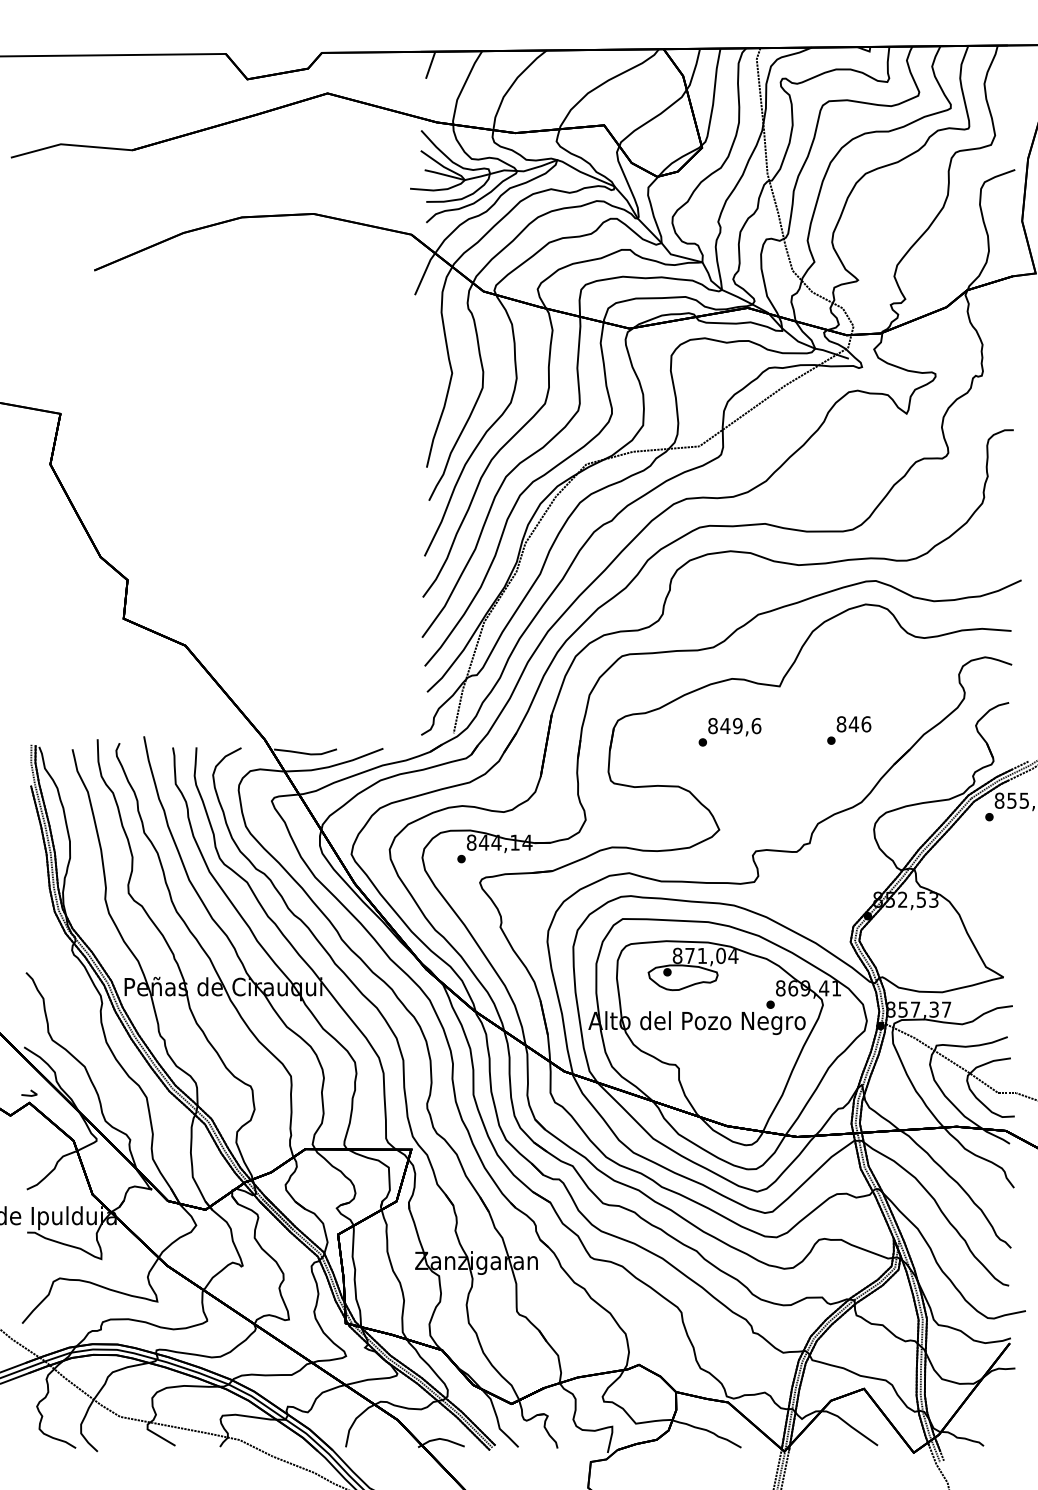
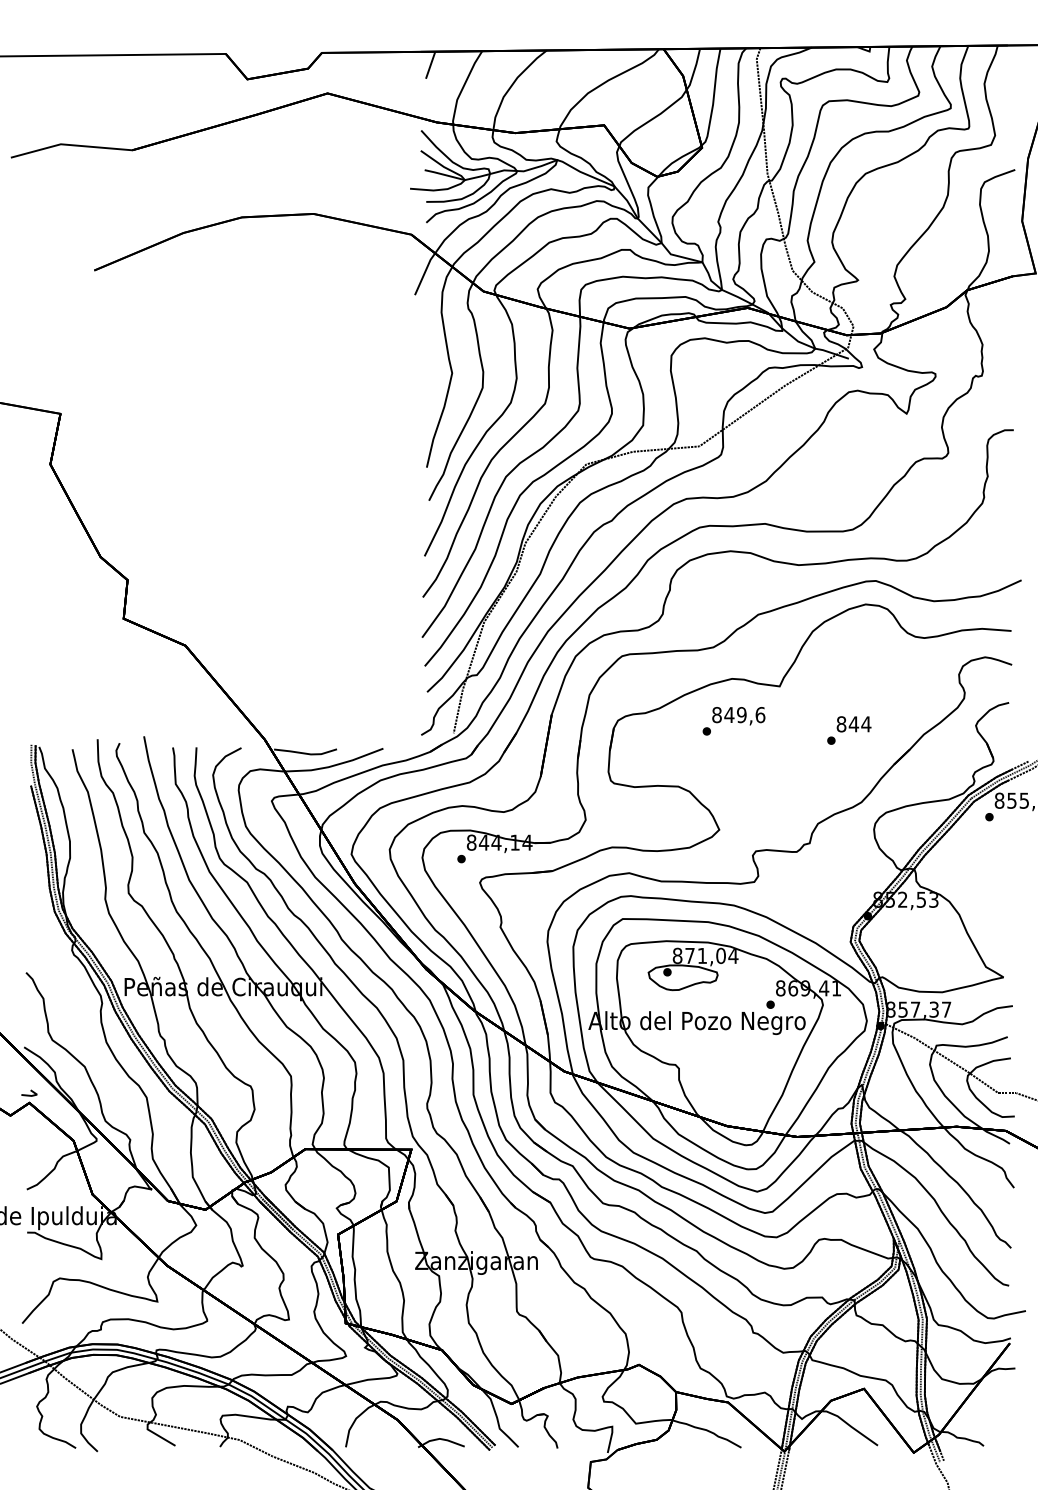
text at (866, 724): 846 -> 844
text at (729, 732) position: (729, 732) -> (733, 721)
